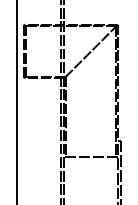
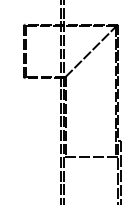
line at (17, 101): present -> none
